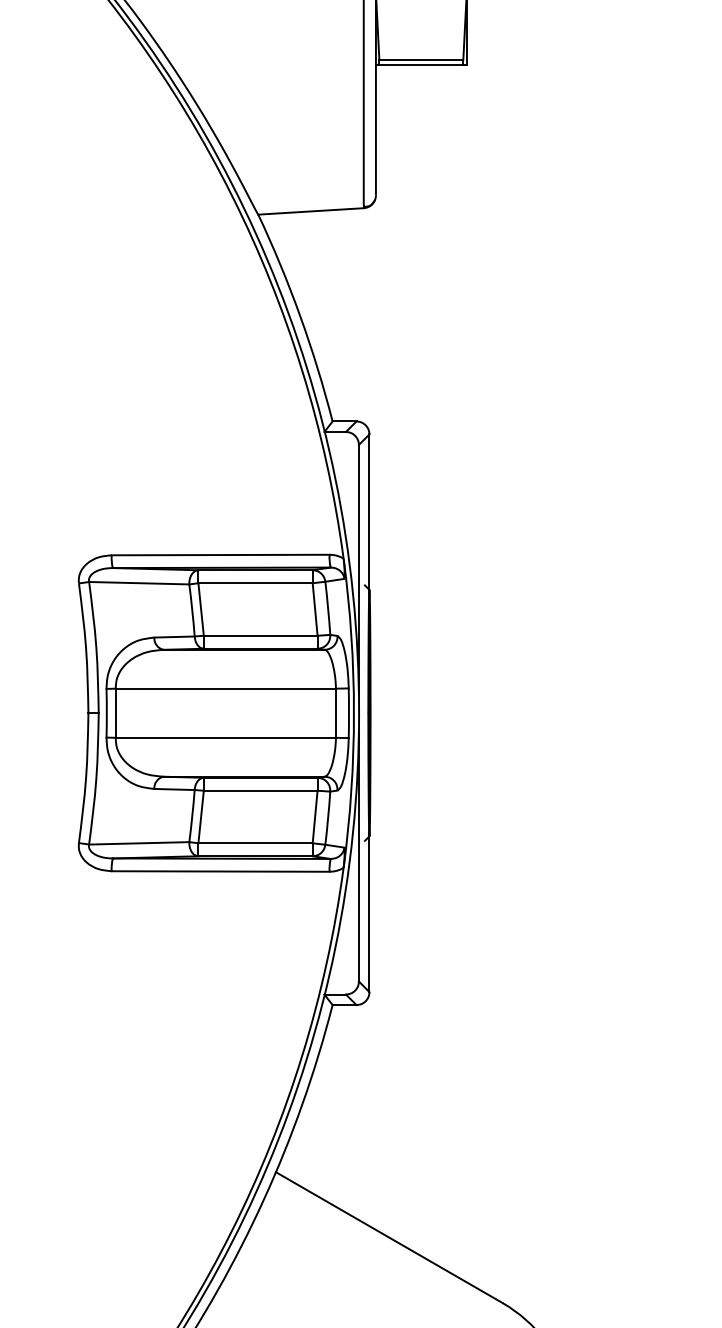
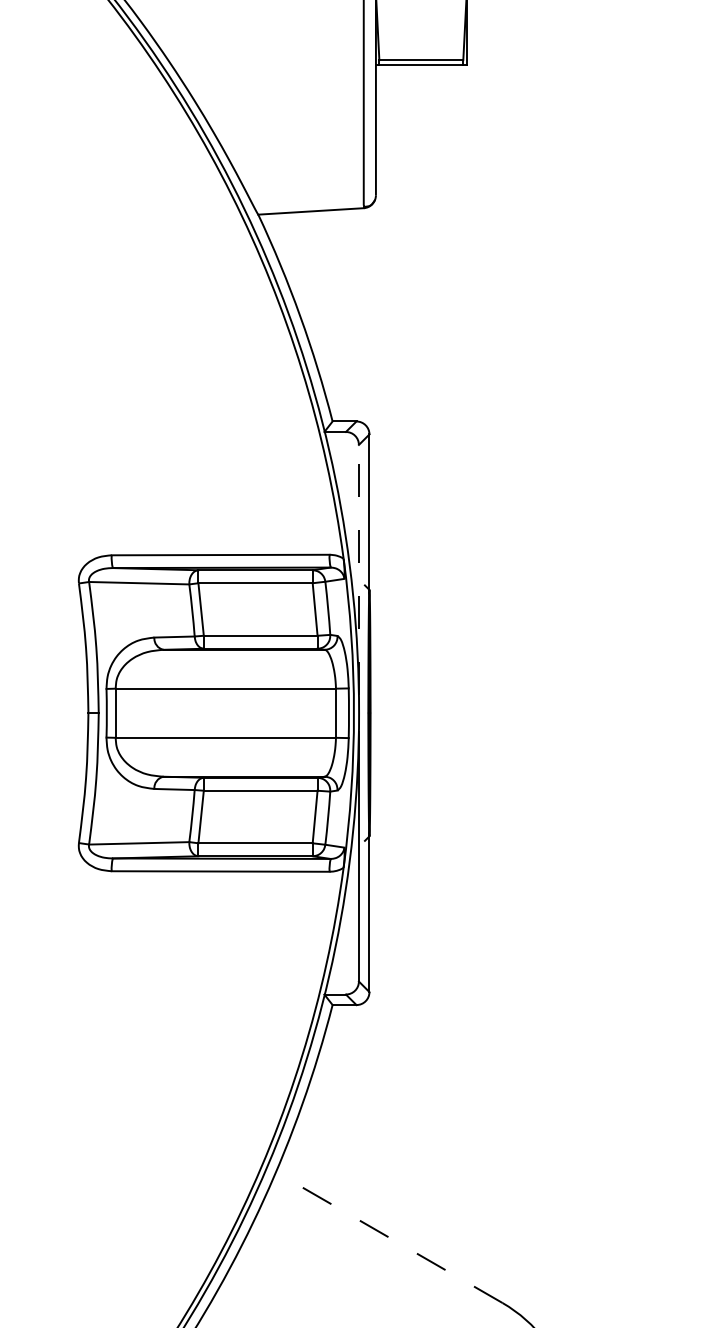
line at (358, 569): solid -> dashed
line at (389, 1237): solid -> dashed
